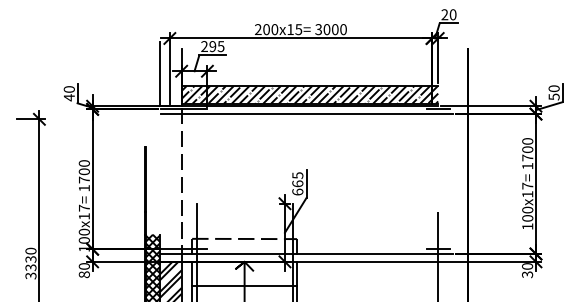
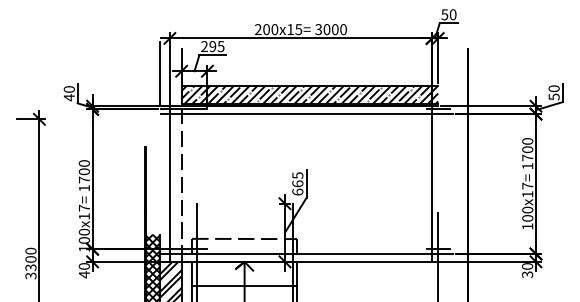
text at (444, 14): 20 -> 50
line at (169, 183): none -> present
line at (432, 183): none -> present
text at (30, 259): 3330 -> 3300
text at (83, 274): 80 -> 40
